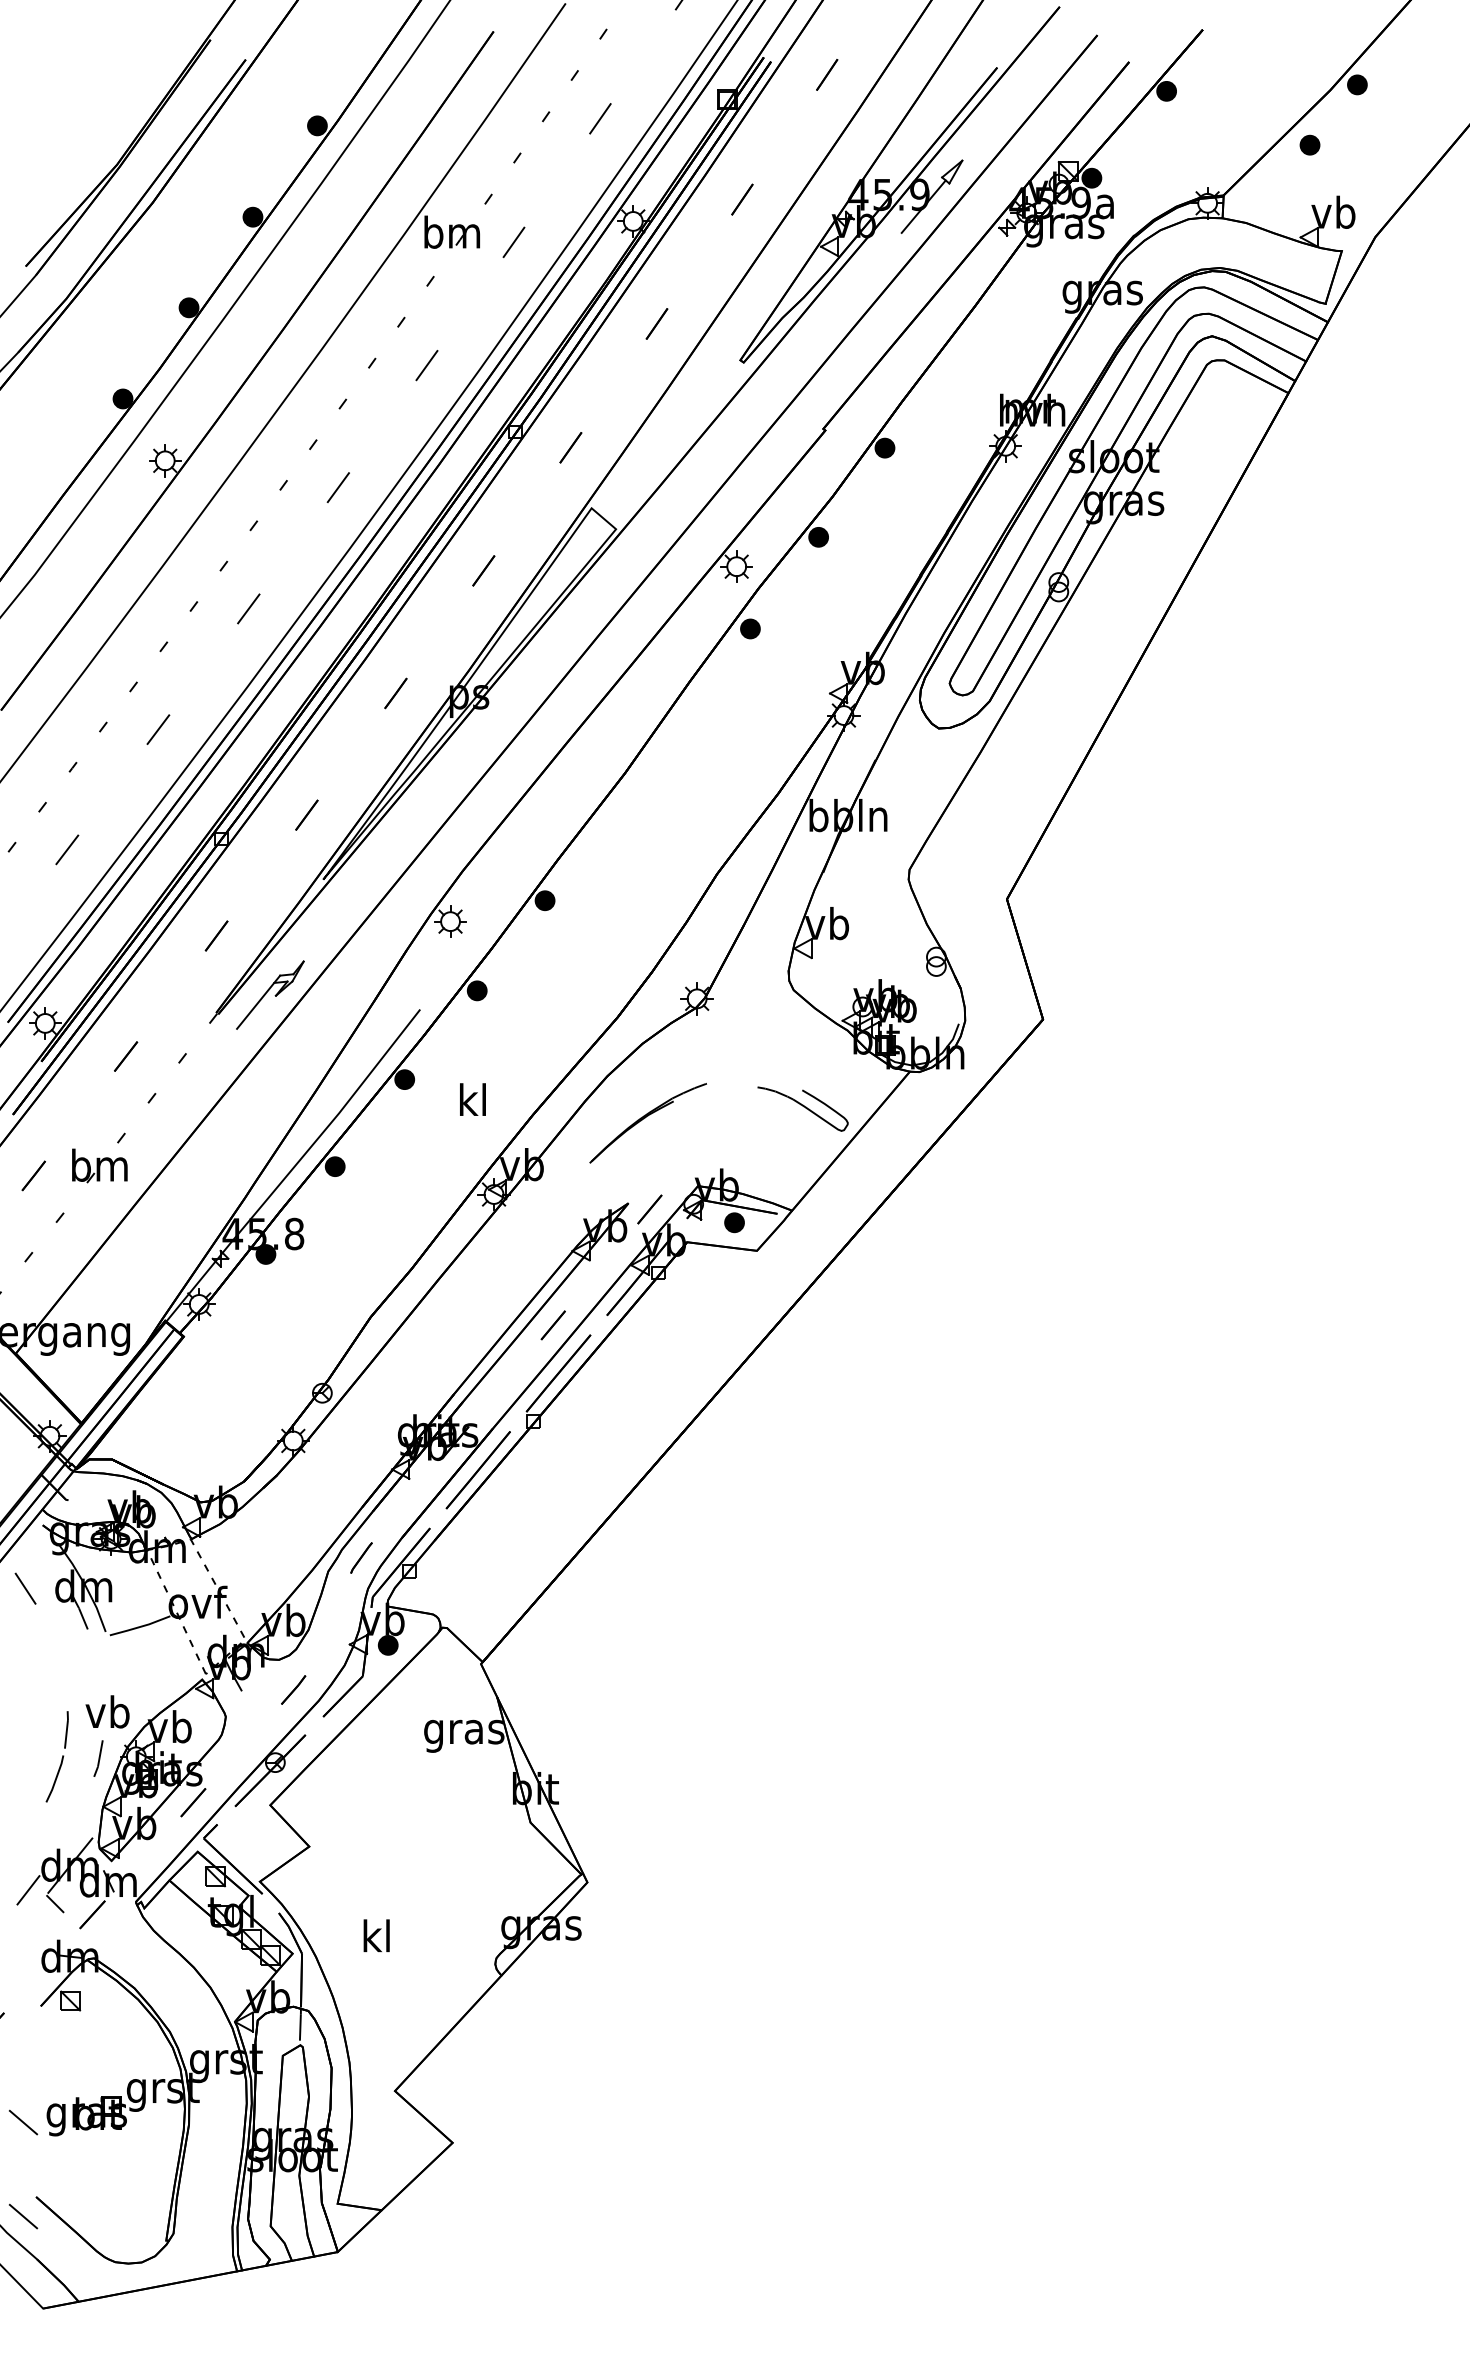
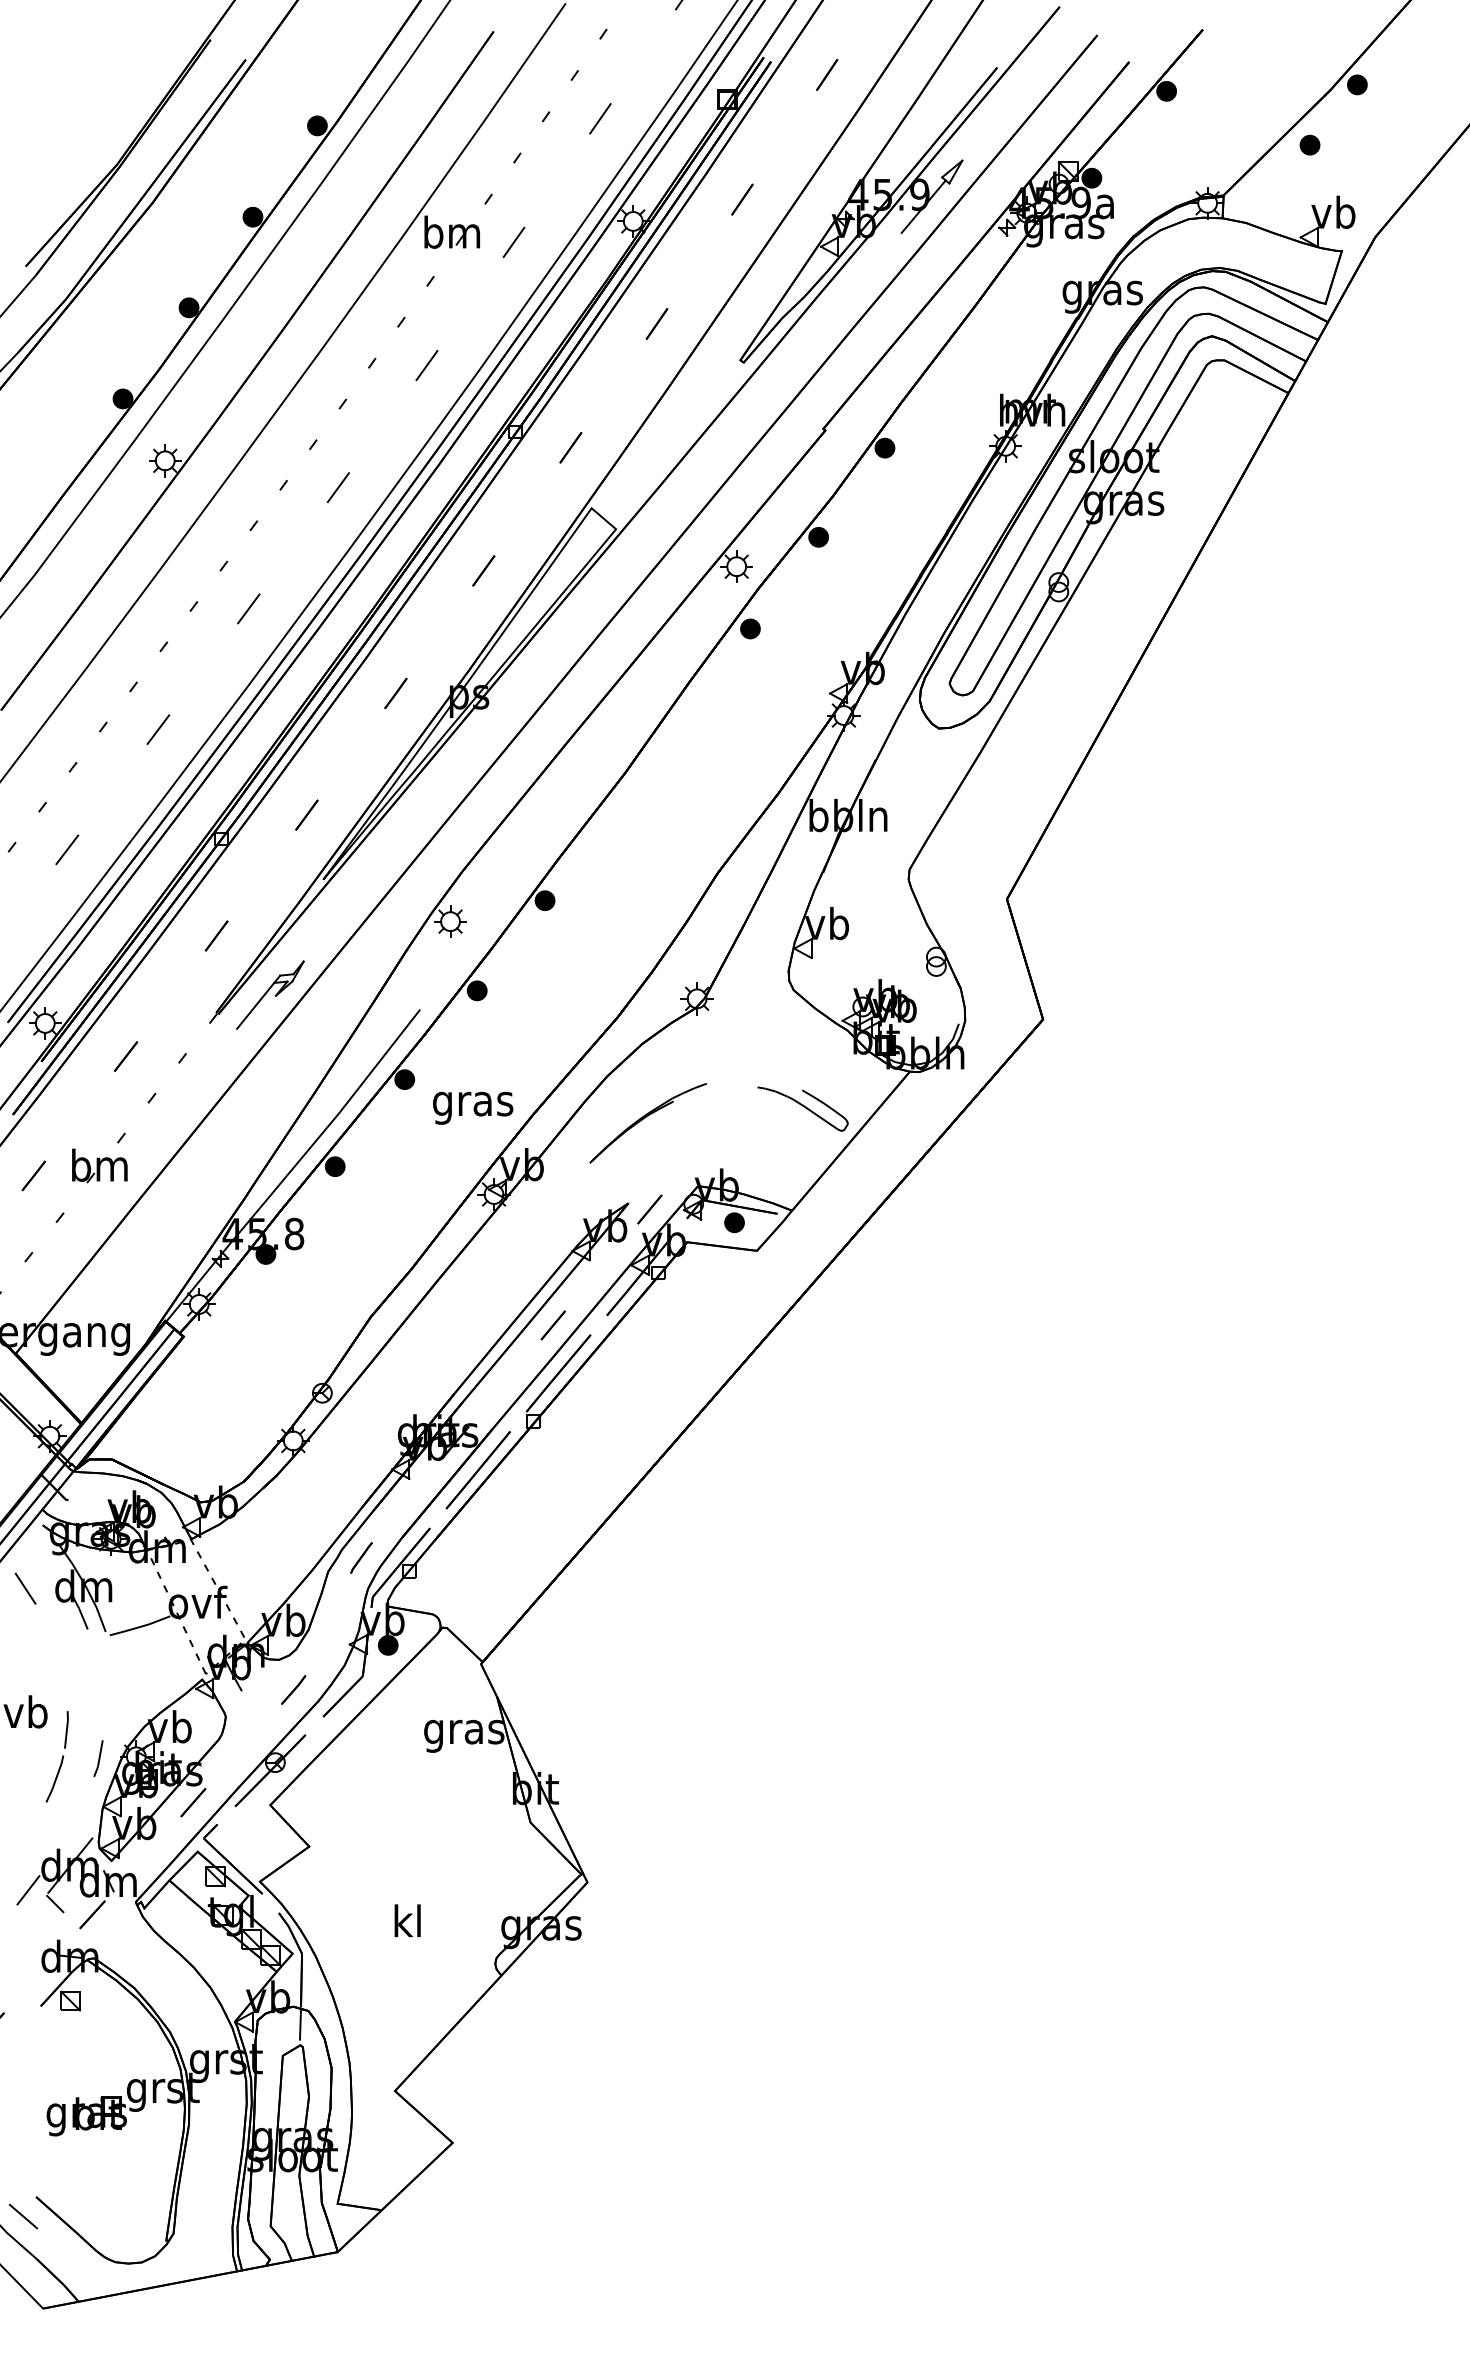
text at (473, 1103): kl -> gras
text at (107, 1711) position: (107, 1711) -> (25, 1711)
text at (376, 1935) position: (376, 1935) -> (407, 1920)
line at (23, 2122): present -> none
